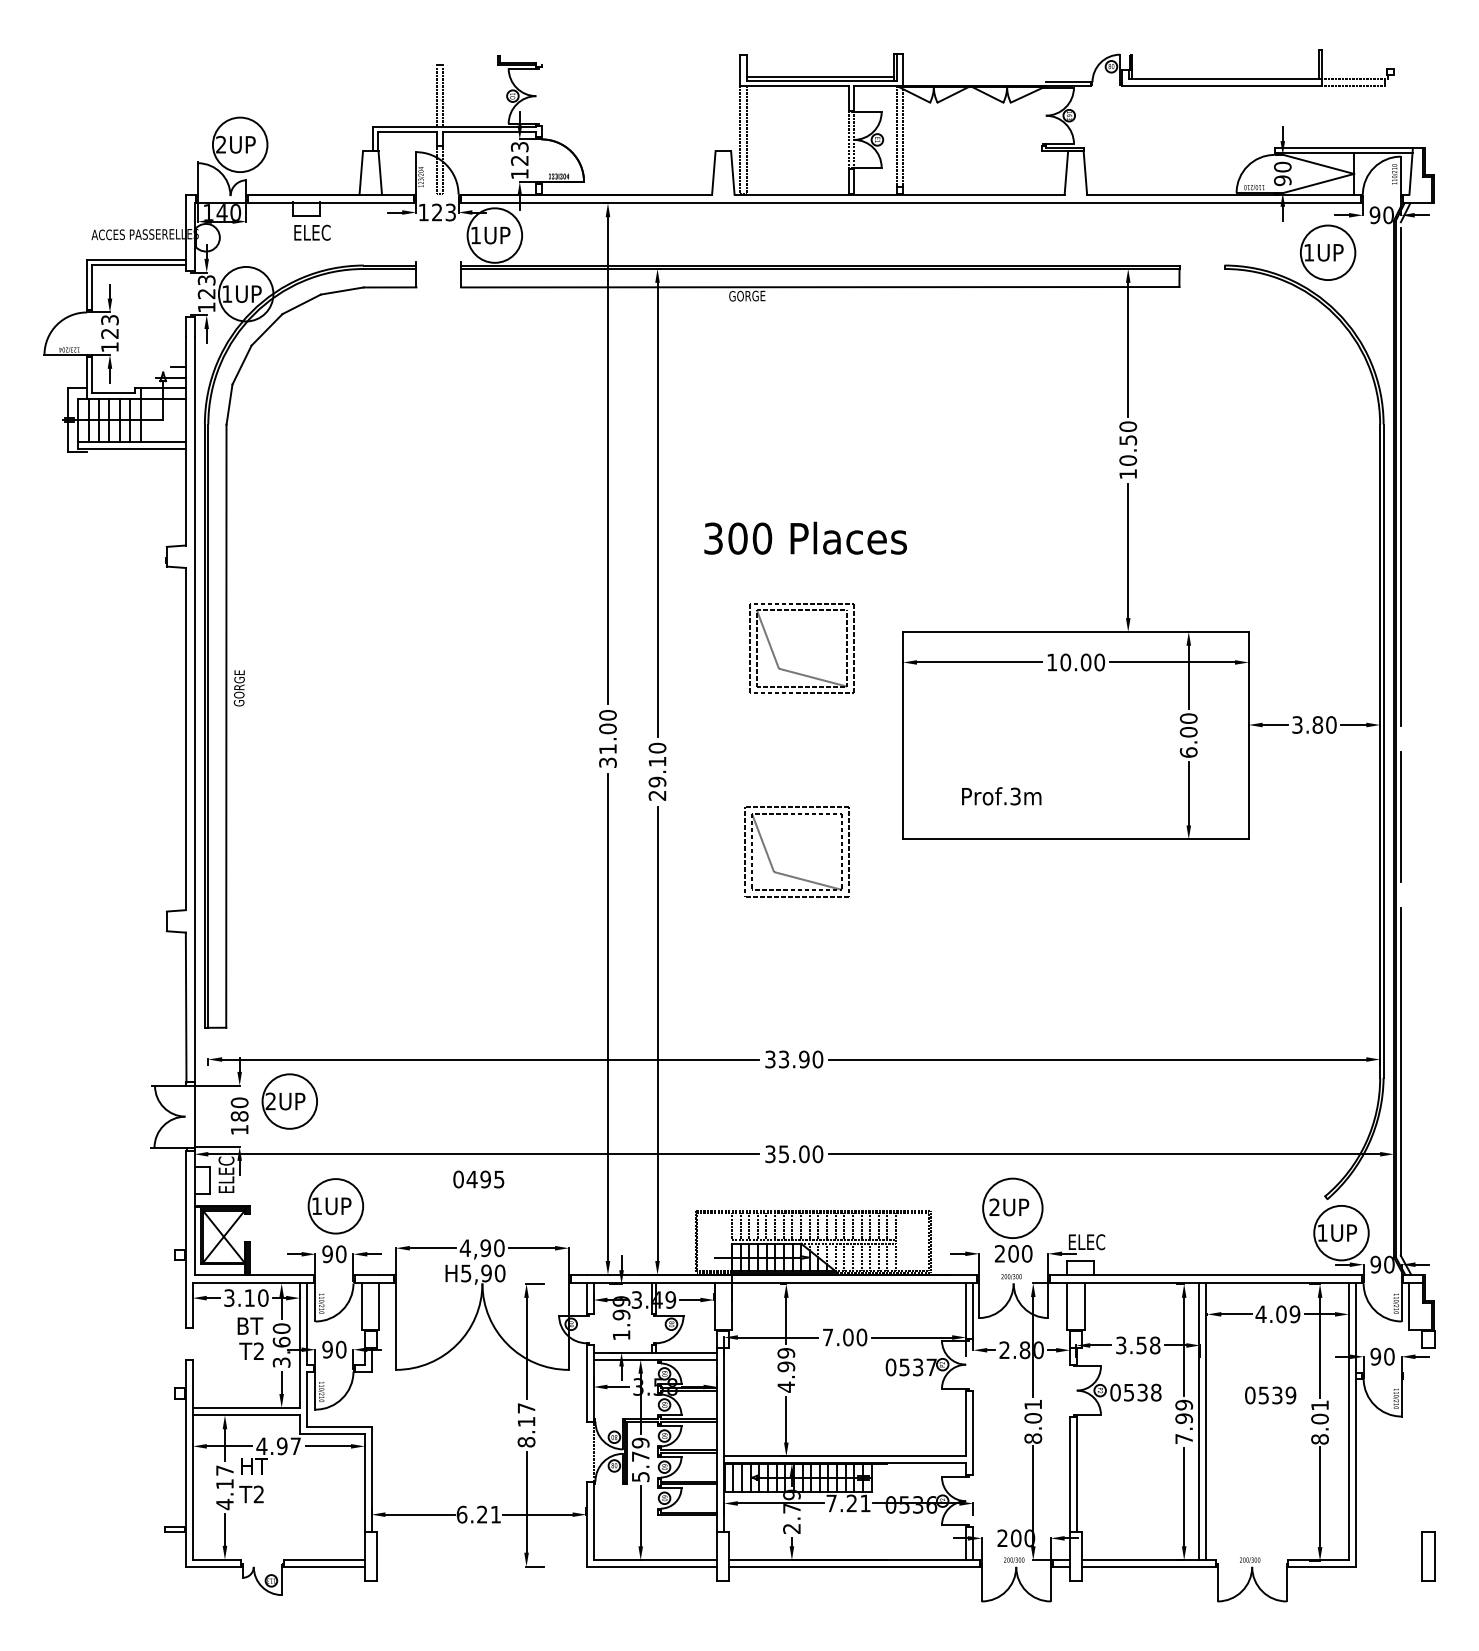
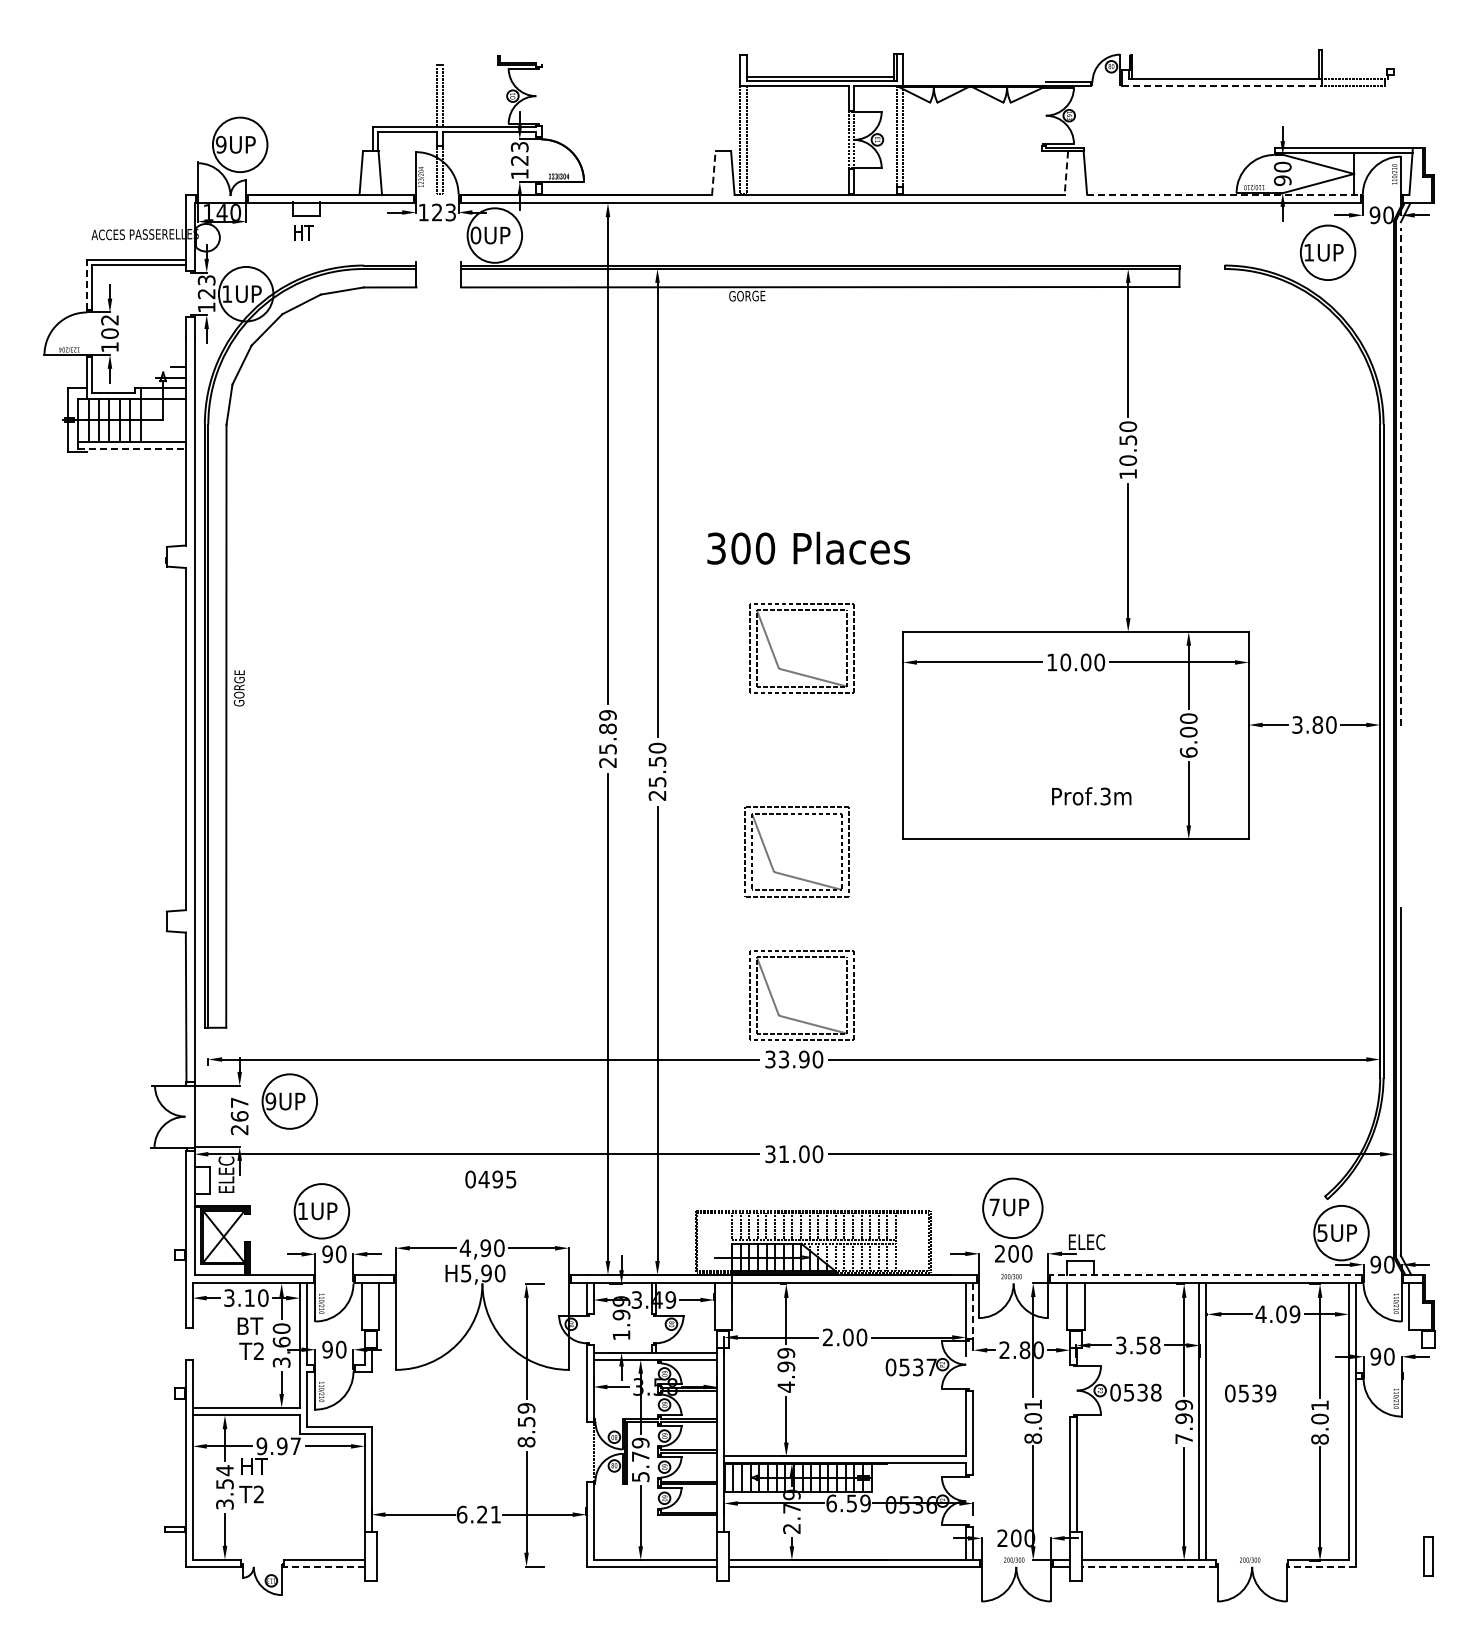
line at (1222, 85): solid -> dashed
text at (220, 144): 2UP -> 9UP
line at (713, 173): solid -> dashed
line at (1066, 173): solid -> dashed
line at (1224, 194): solid -> dashed
text at (312, 232): ELEC -> HT
text at (475, 235): 1UP -> 0UP
line at (87, 284): solid -> dashed
text at (109, 326): 123 -> 102
line at (132, 448): solid -> dashed
line at (1400, 477): solid -> dashed
text at (805, 537) position: (805, 537) -> (808, 547)
text at (607, 738): 31.00 -> 25.89
text at (657, 771): 29.10 -> 25.50
text at (1001, 796) position: (1001, 796) -> (1091, 796)
line at (1400, 816): present -> none
part at (794, 1018): none -> present
text at (270, 1101): 2UP -> 9UP
text at (239, 1116): 180 -> 267
text at (783, 1154): 35.00 -> 31.00
text at (478, 1179) position: (478, 1179) -> (490, 1179)
part at (335, 1206) position: (335, 1206) -> (321, 1211)
text at (994, 1206): 2UP -> 7UP
text at (1322, 1232): 1UP -> 5UP
line at (1205, 1274): solid -> dashed
line at (973, 1311): solid -> dashed
text at (827, 1337): 7.00 -> 2.00
text at (1270, 1395) position: (1270, 1395) -> (1250, 1393)
text at (526, 1414): 8.17 -> 8.59
text at (261, 1446): 4.97 -> 9.97
text at (224, 1487): 4.17 -> 3.54
text at (848, 1503): 7.21 -> 6.59
part at (1428, 1556) size: 15x51 px -> 11x41 px
line at (324, 1566): solid -> dashed
line at (1148, 1566): solid -> dashed
line at (1322, 1566): solid -> dashed
